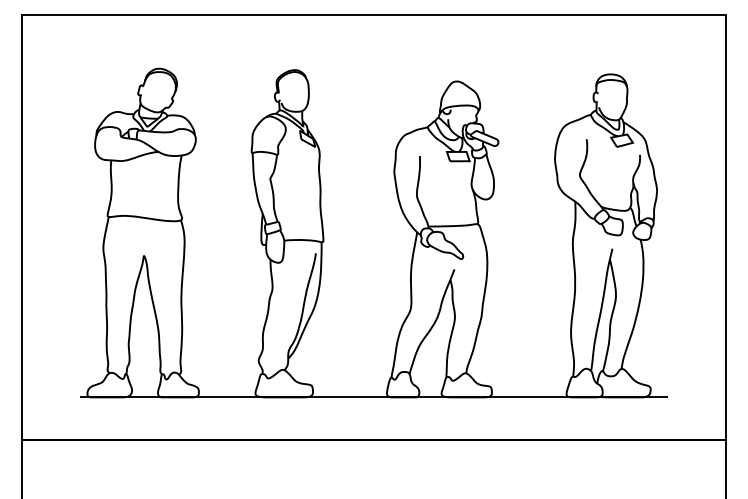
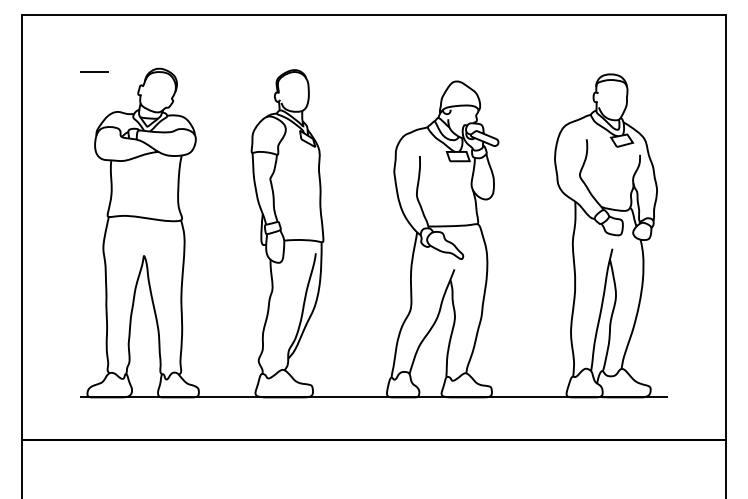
line at (94, 71): none -> present
